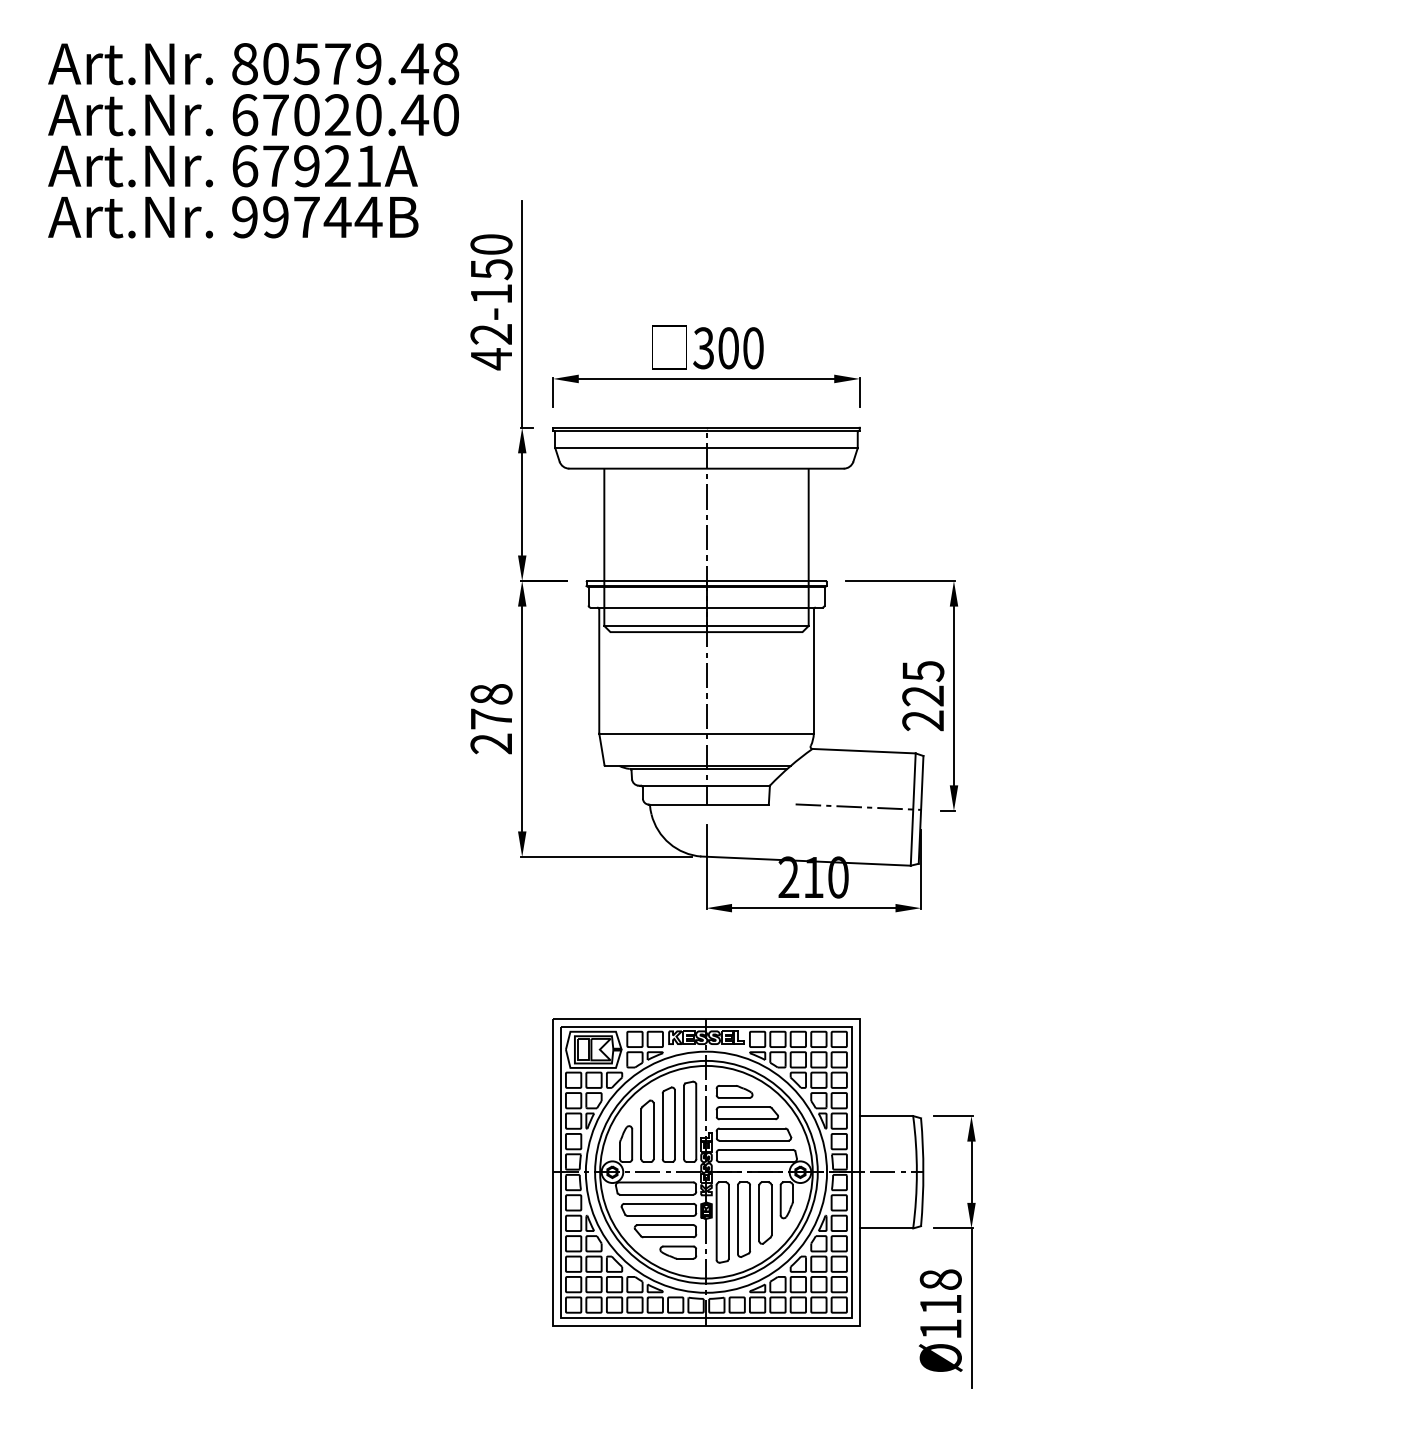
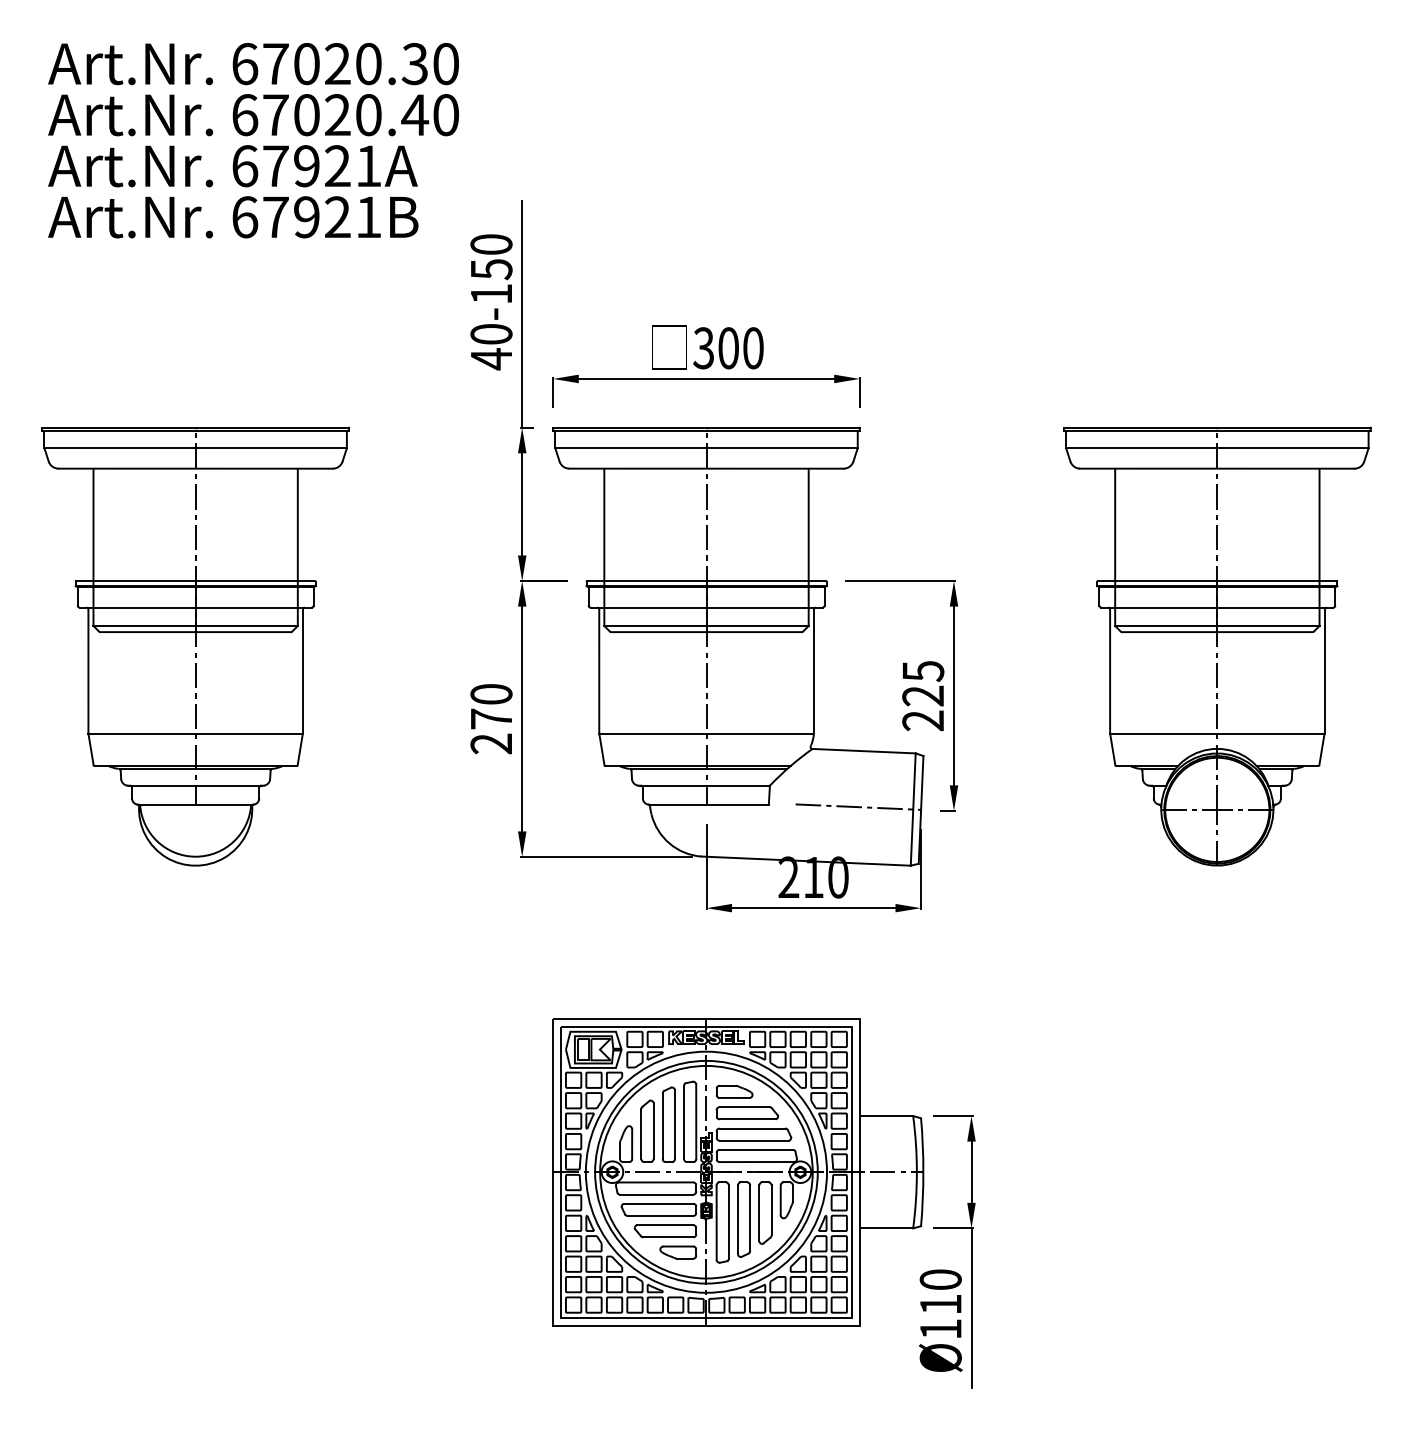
text at (345, 64): 80579.48 -> 67020.30
text at (307, 217): 99744B -> 67921B
text at (491, 334): 42-150 -> 40-150
part at (195, 646): none -> present
part at (1217, 646): none -> present
text at (491, 694): 278 -> 270
text at (940, 1279): Ø118 -> Ø110
